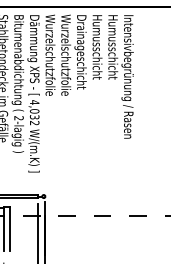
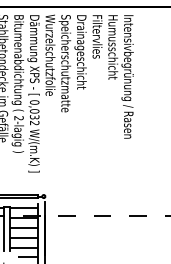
text at (97, 47): Humusschicht -> Filtervlies
text at (64, 63): Wurzelschutzfolie -> Speicherschutzmatte
text at (34, 102): 4,032 -> 0,032
hatch at (23, 232): none -> present
